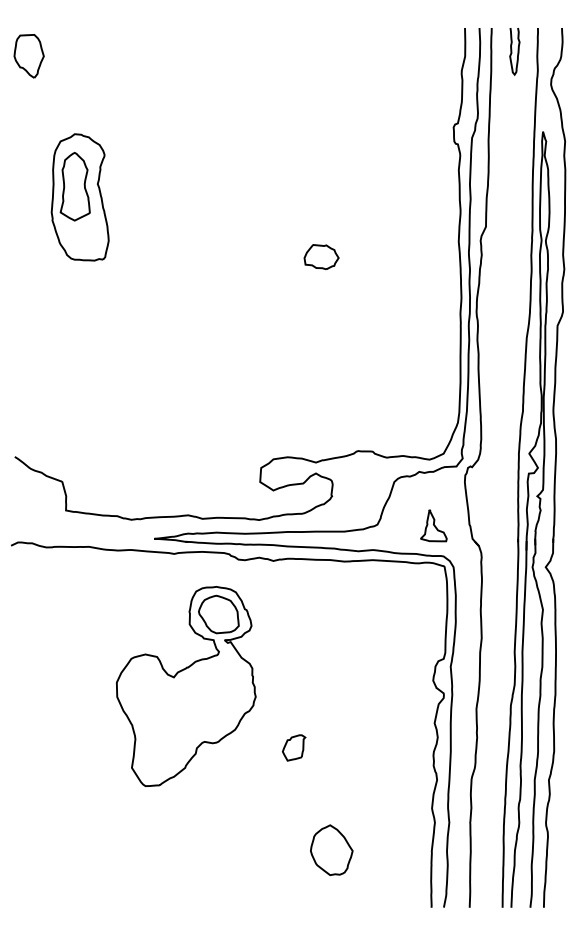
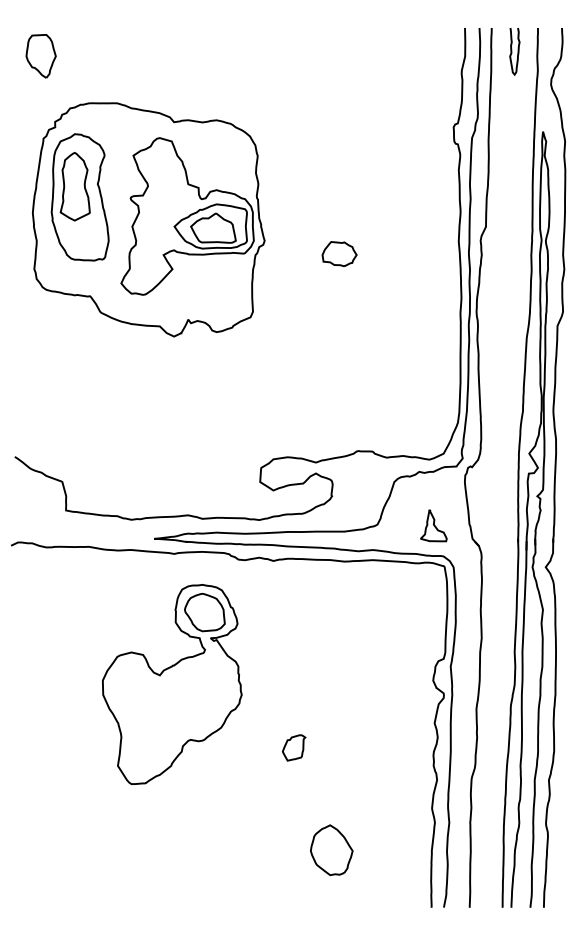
part at (28, 56) position: (28, 56) -> (40, 56)
part at (148, 219): none -> present
part at (321, 256) position: (321, 256) -> (339, 253)
part at (186, 686) position: (186, 686) -> (172, 684)
